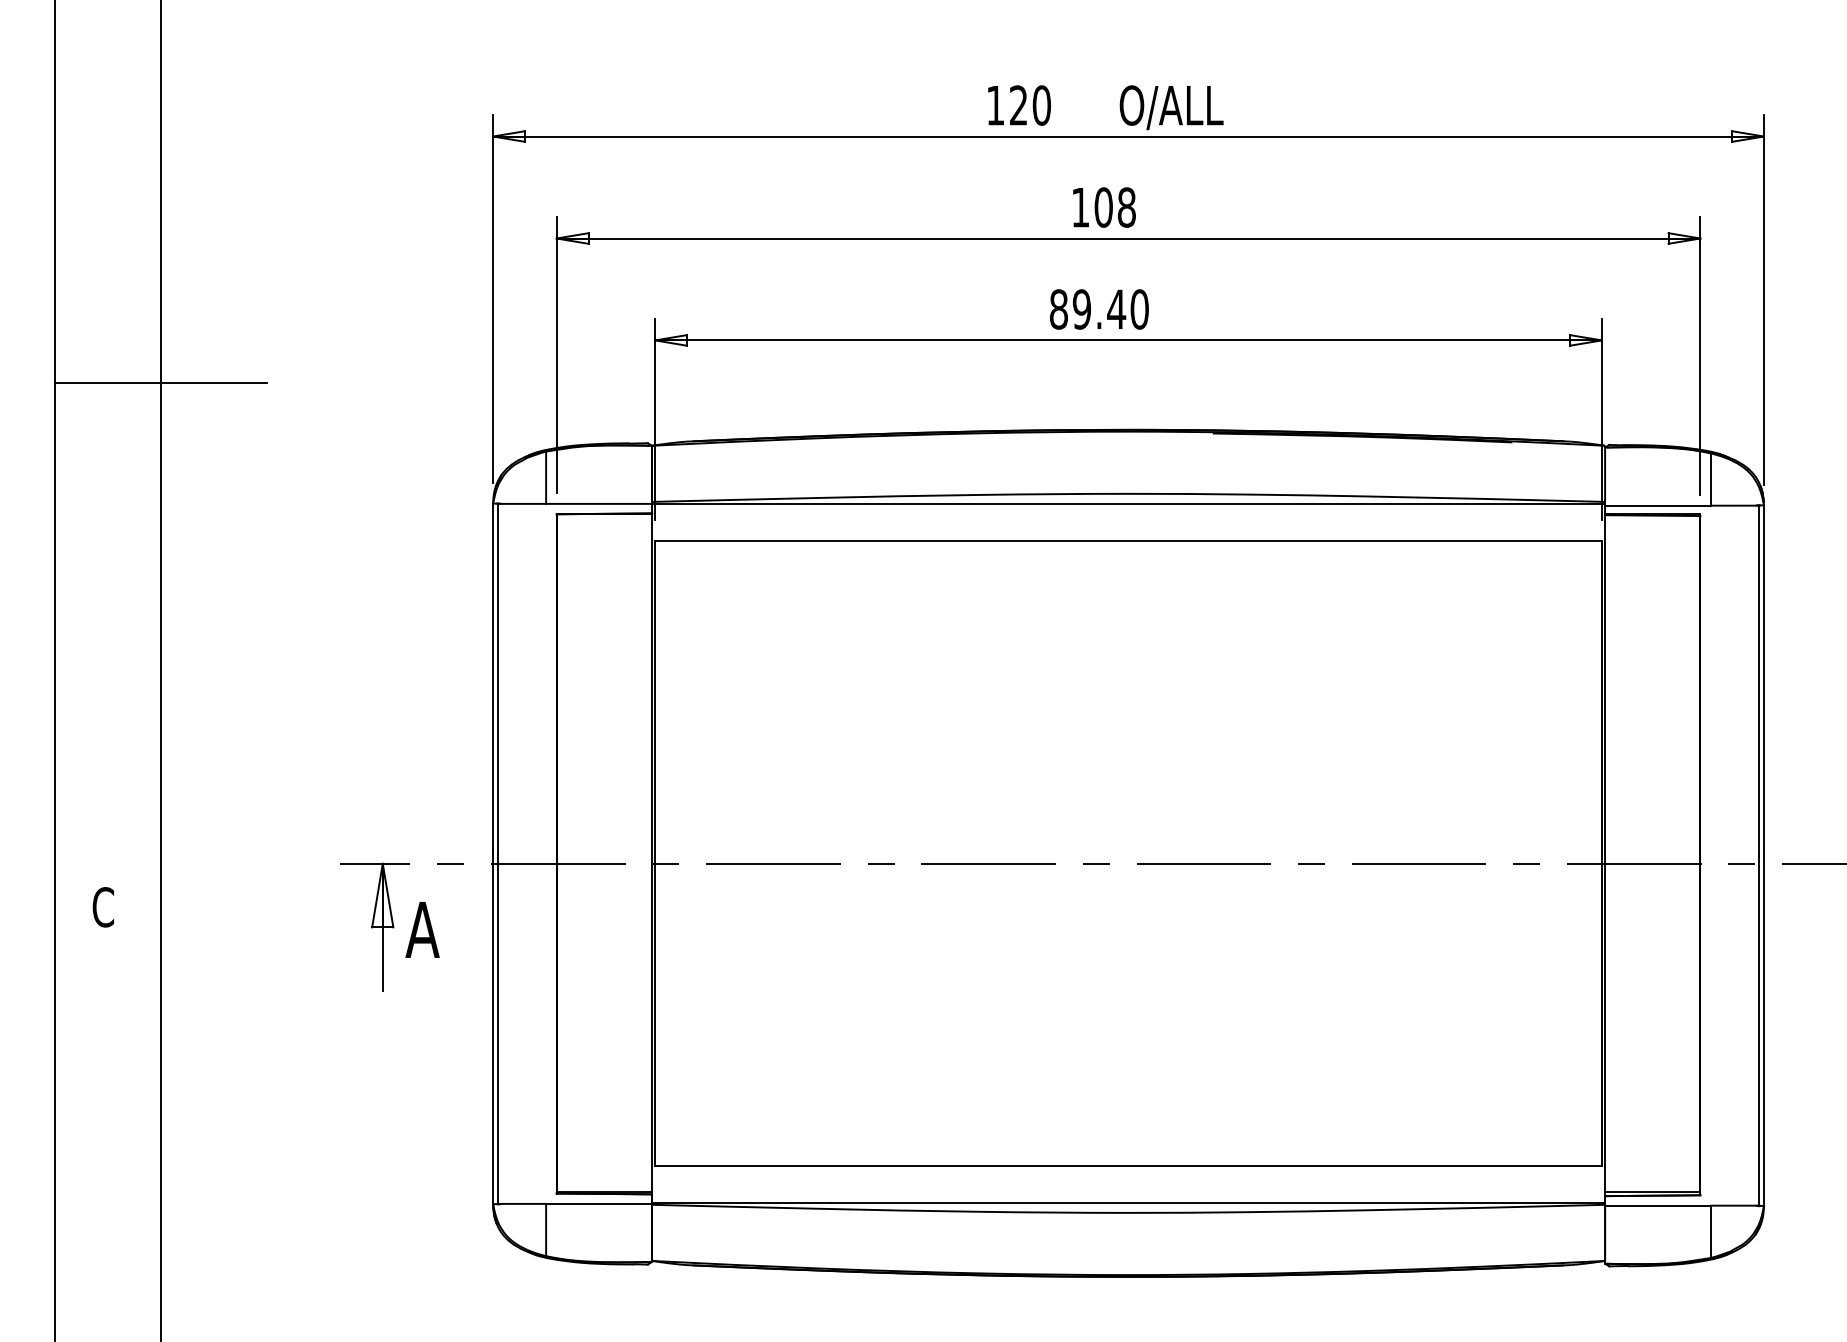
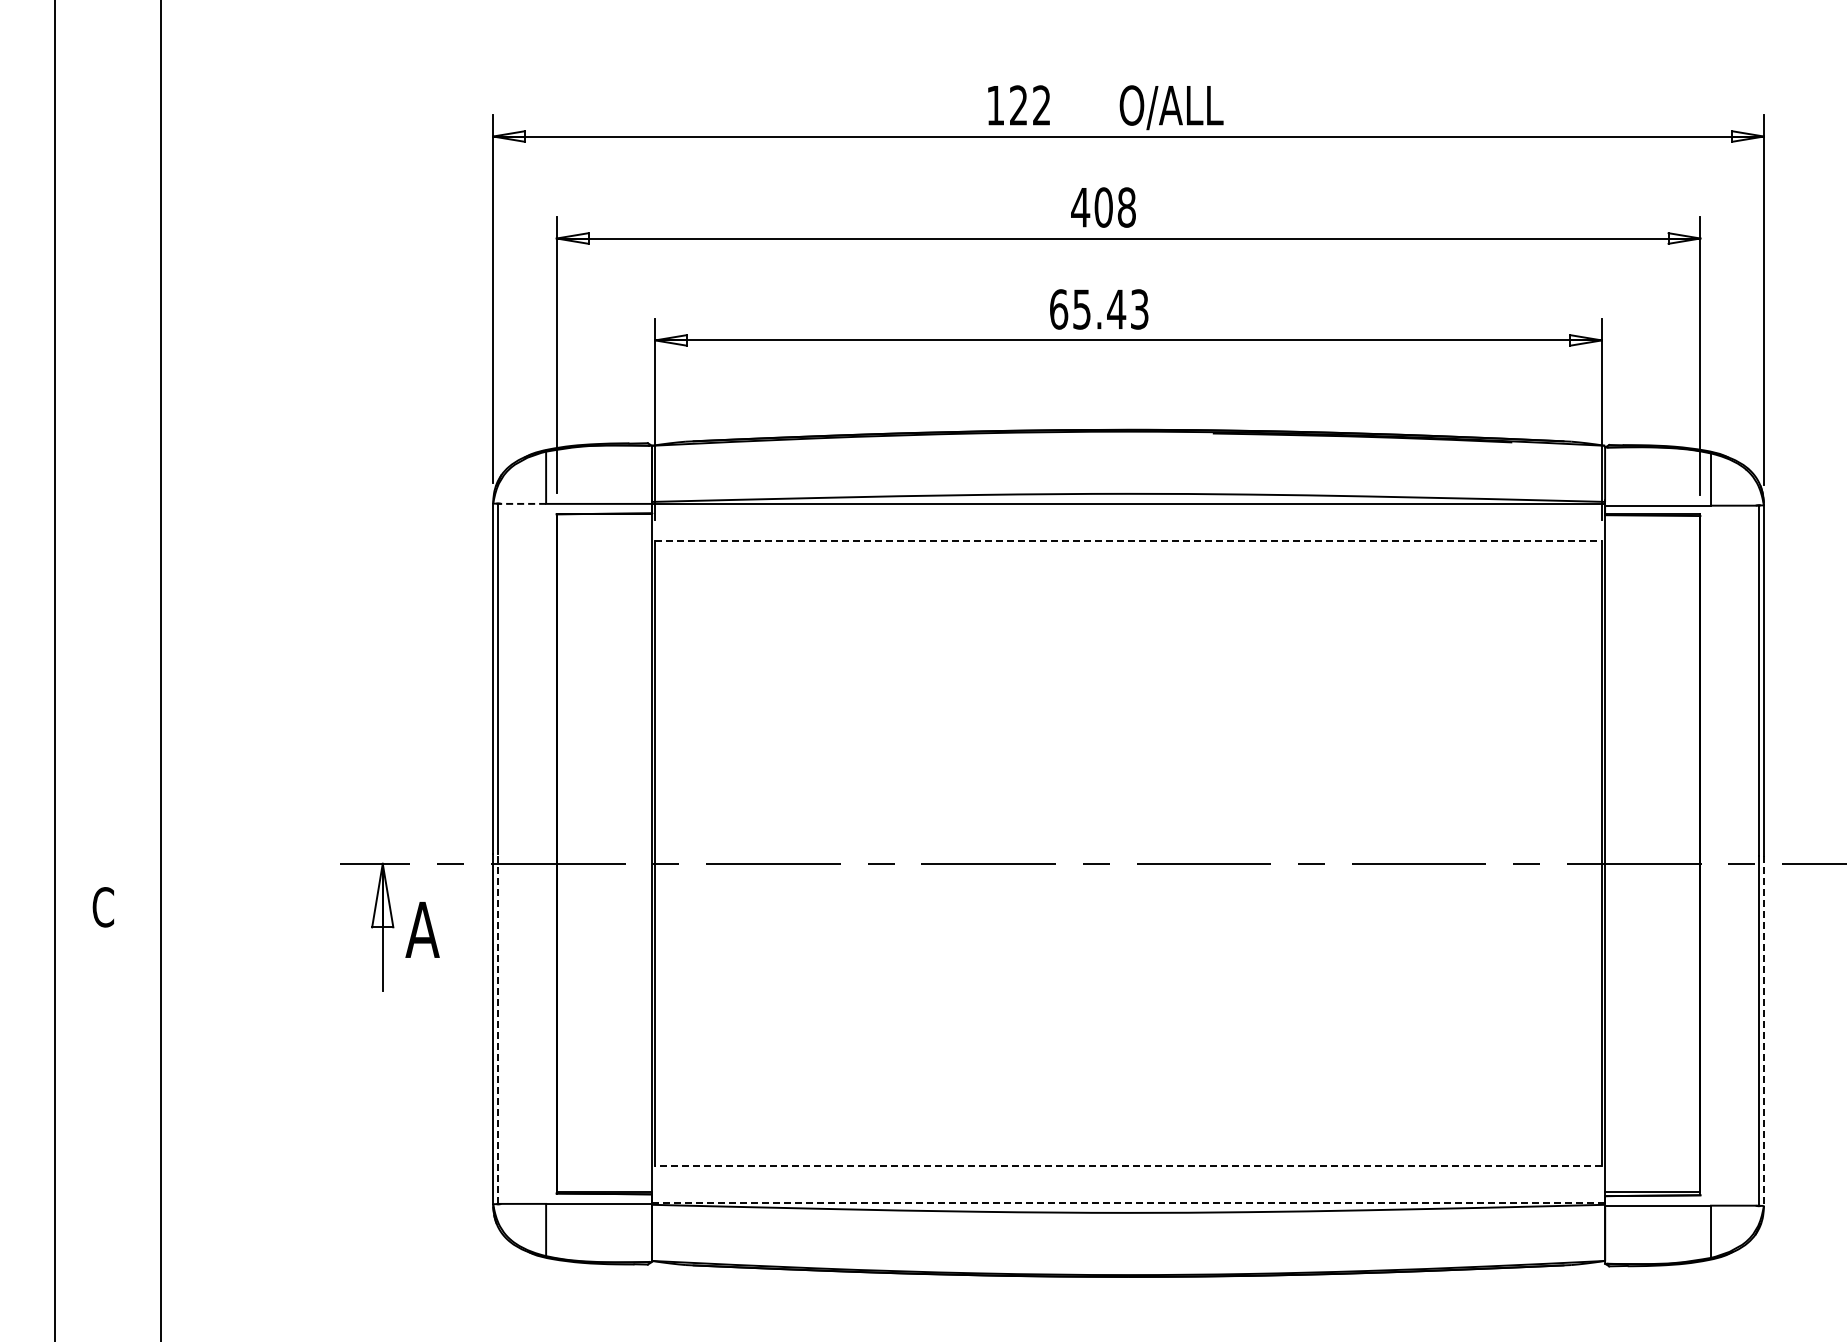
text at (1041, 105): 120 -> 122
text at (1080, 207): 108 -> 408
text at (1099, 309): 89.40 -> 65.43
line at (161, 382): present -> none
line at (522, 503): solid -> dashed
line at (1129, 540): solid -> dashed
line at (498, 1028): solid -> dashed
line at (1763, 1030): solid -> dashed
line at (1128, 1165): solid -> dashed
line at (1128, 1202): solid -> dashed
